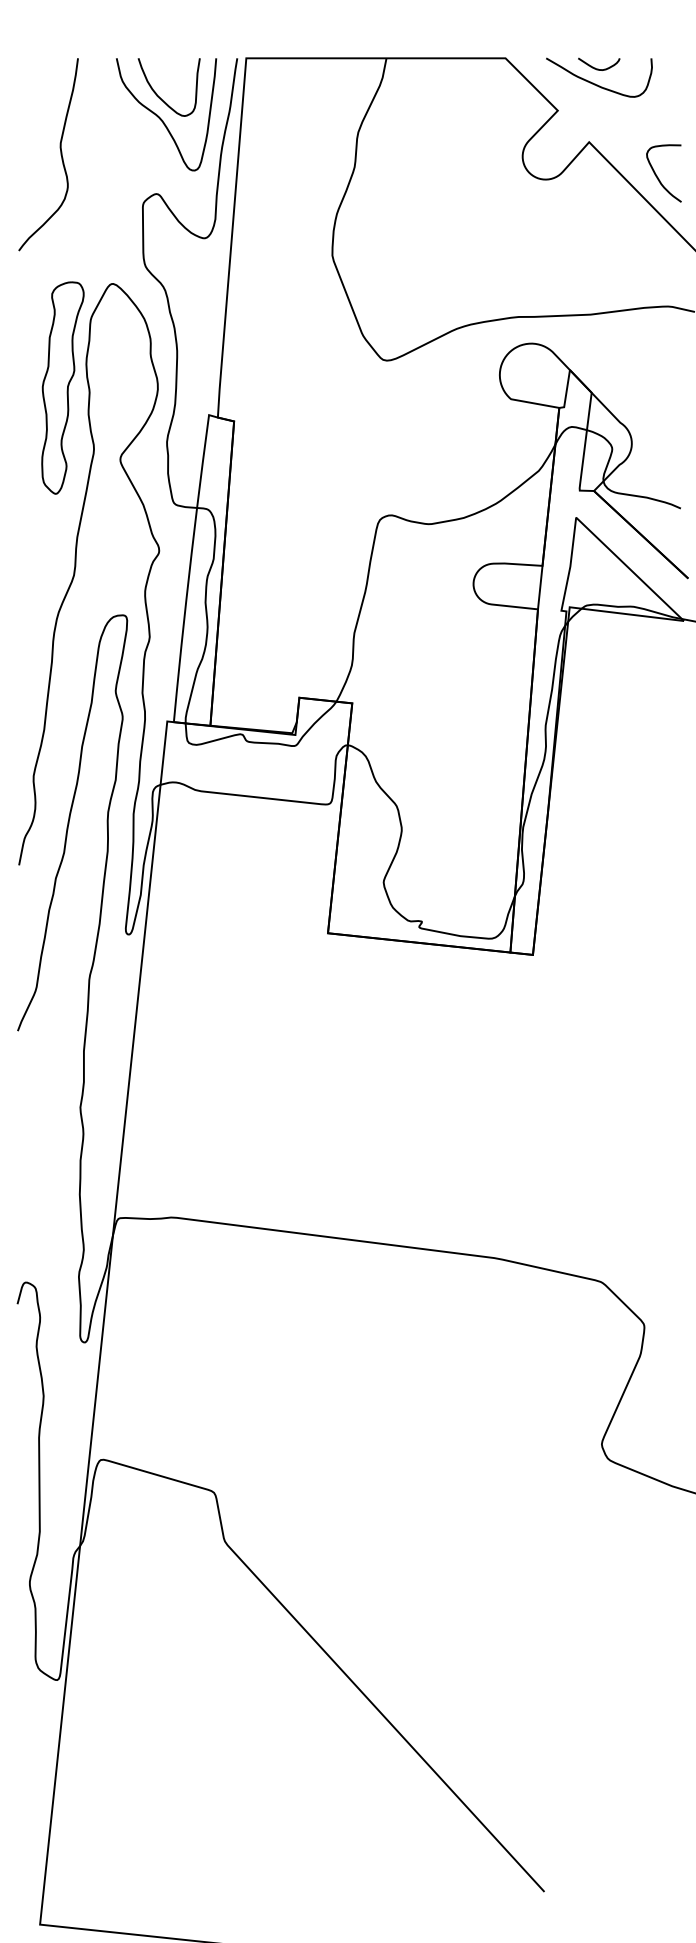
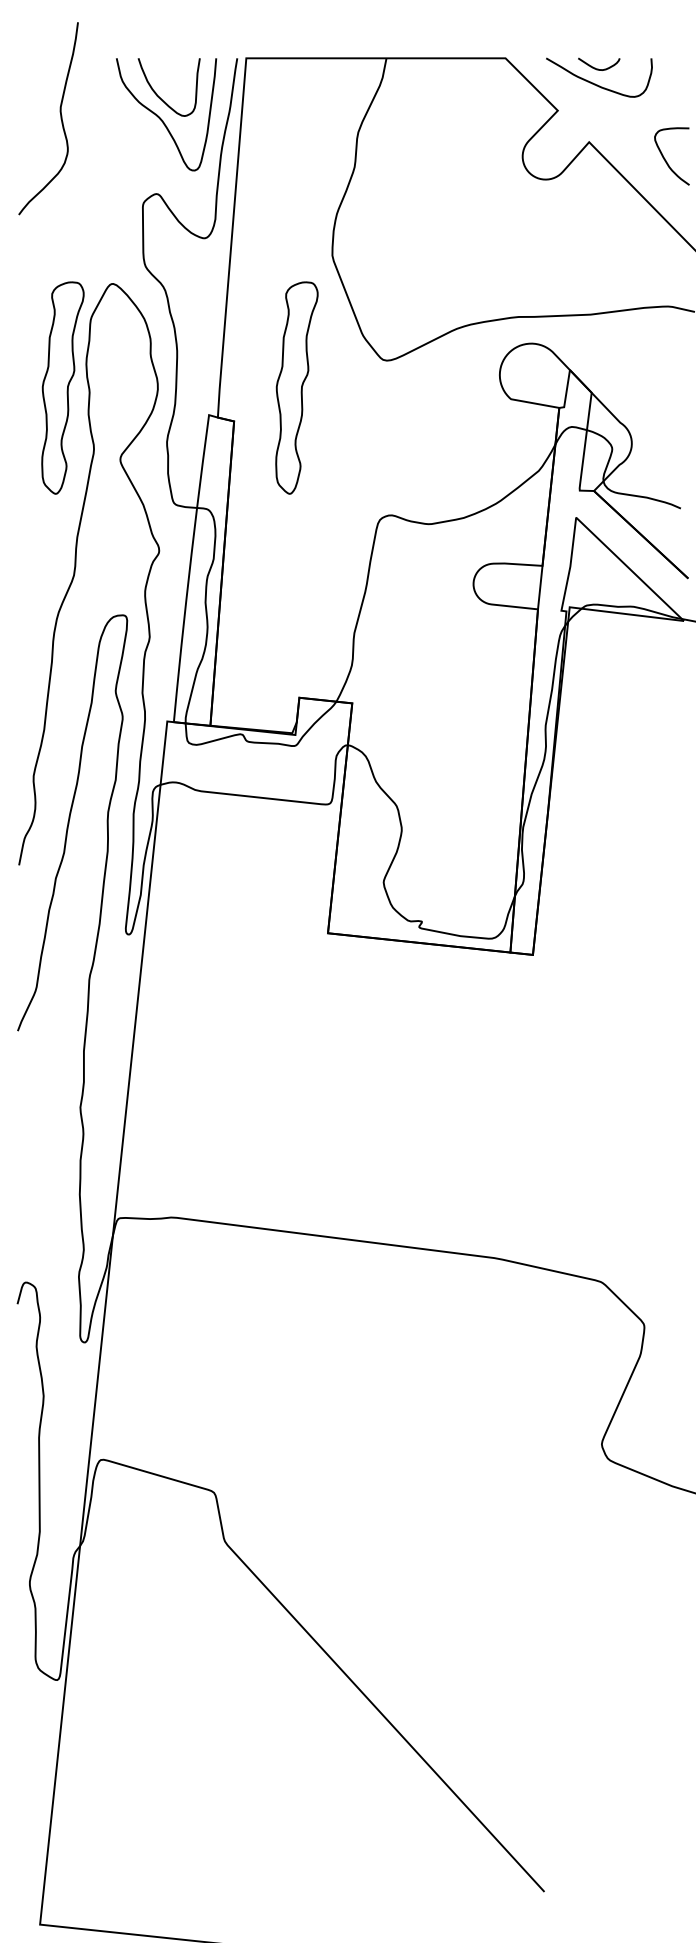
curve at (60, 154) position: (60, 154) -> (60, 118)
curve at (657, 175) position: (657, 175) -> (665, 158)
part at (296, 387): none -> present
